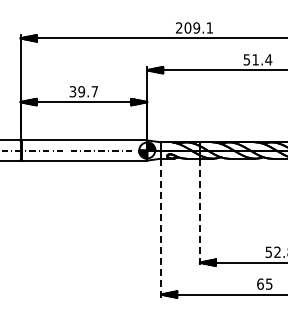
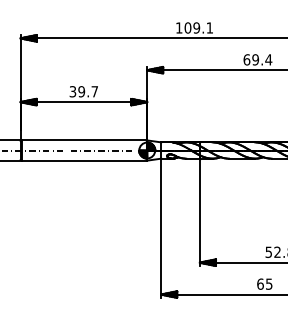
text at (179, 27): 209.1 -> 109.1
text at (251, 59): 51.4 -> 69.4
line at (199, 212): dashed -> solid
line at (161, 228): dashed -> solid
